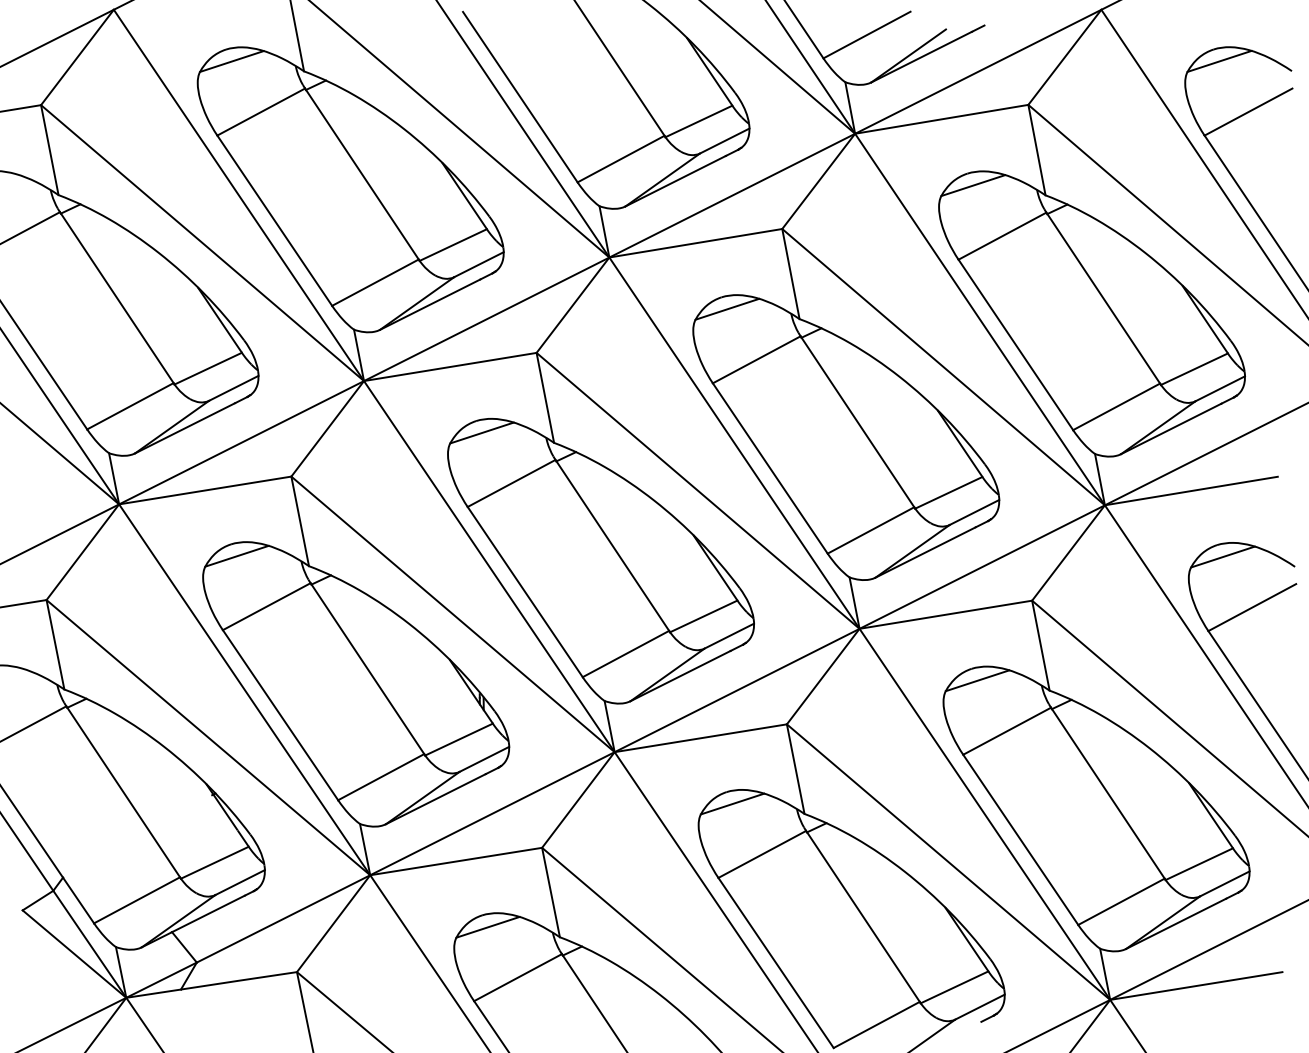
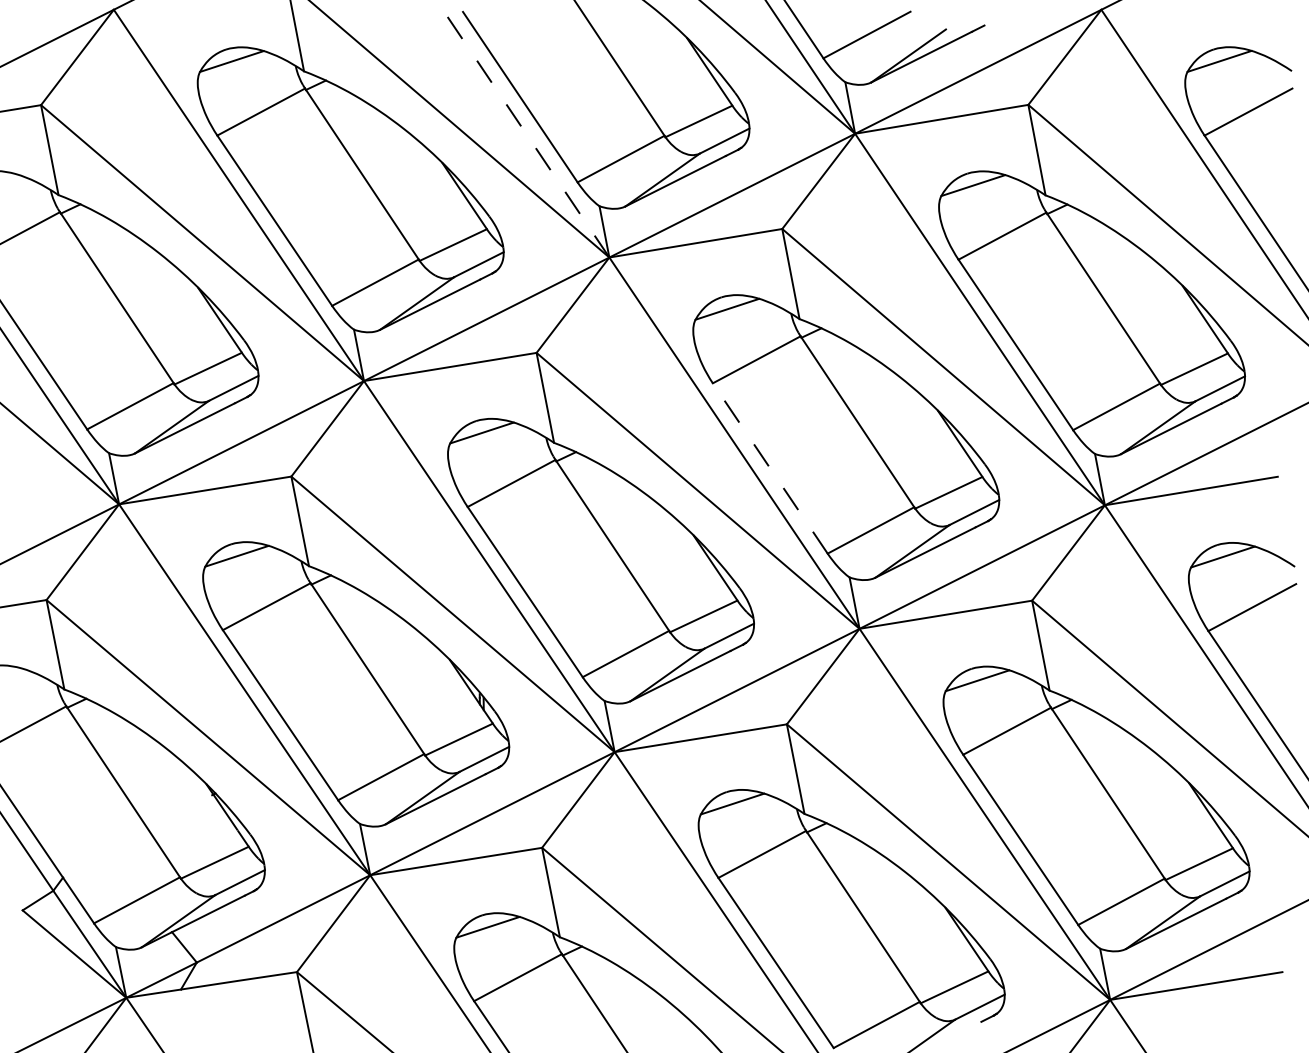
line at (522, 128): solid -> dashed
line at (770, 468): solid -> dashed
